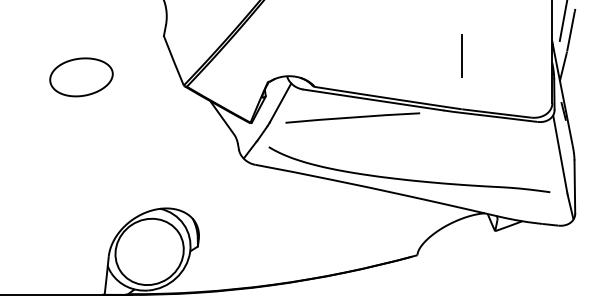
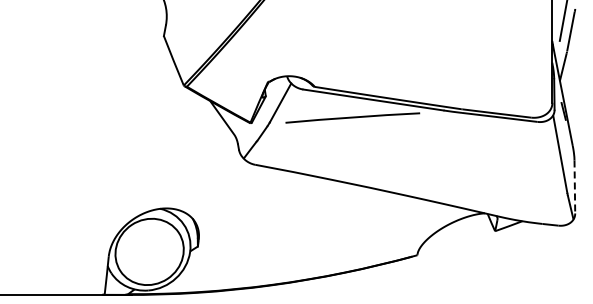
line at (461, 55): present -> none
part at (81, 77): present -> none
curve at (409, 179): present -> none
line at (574, 187): solid -> dashed
